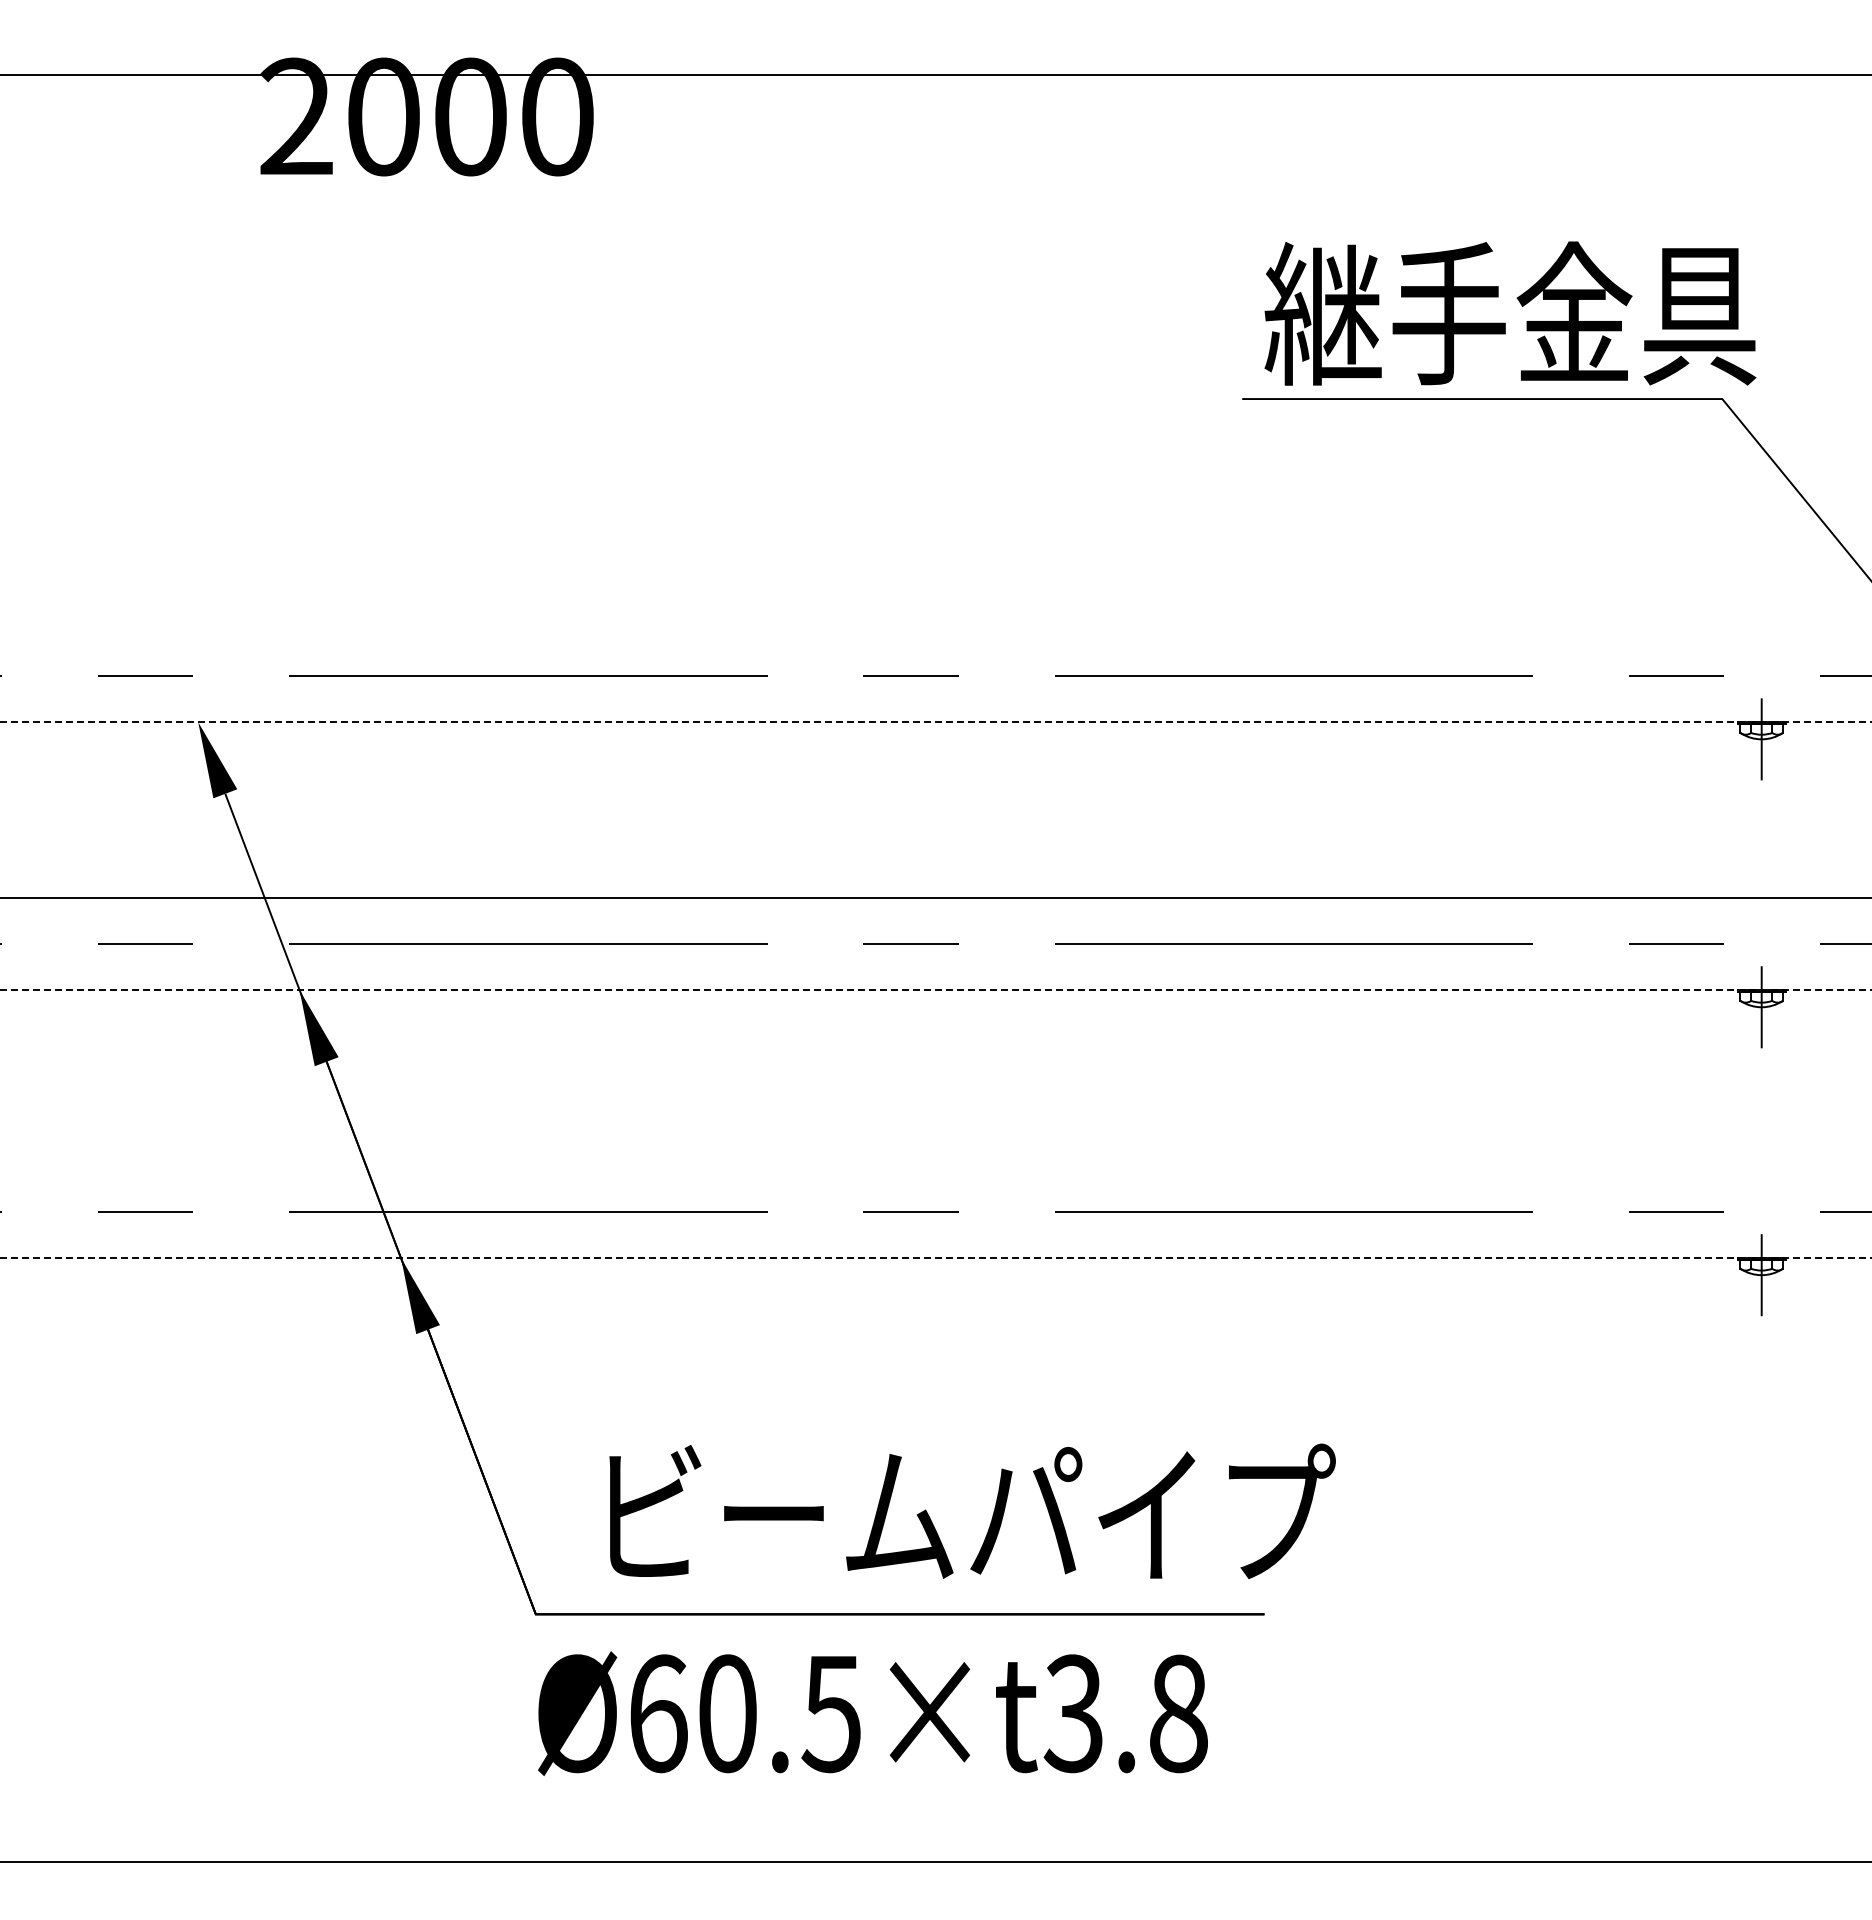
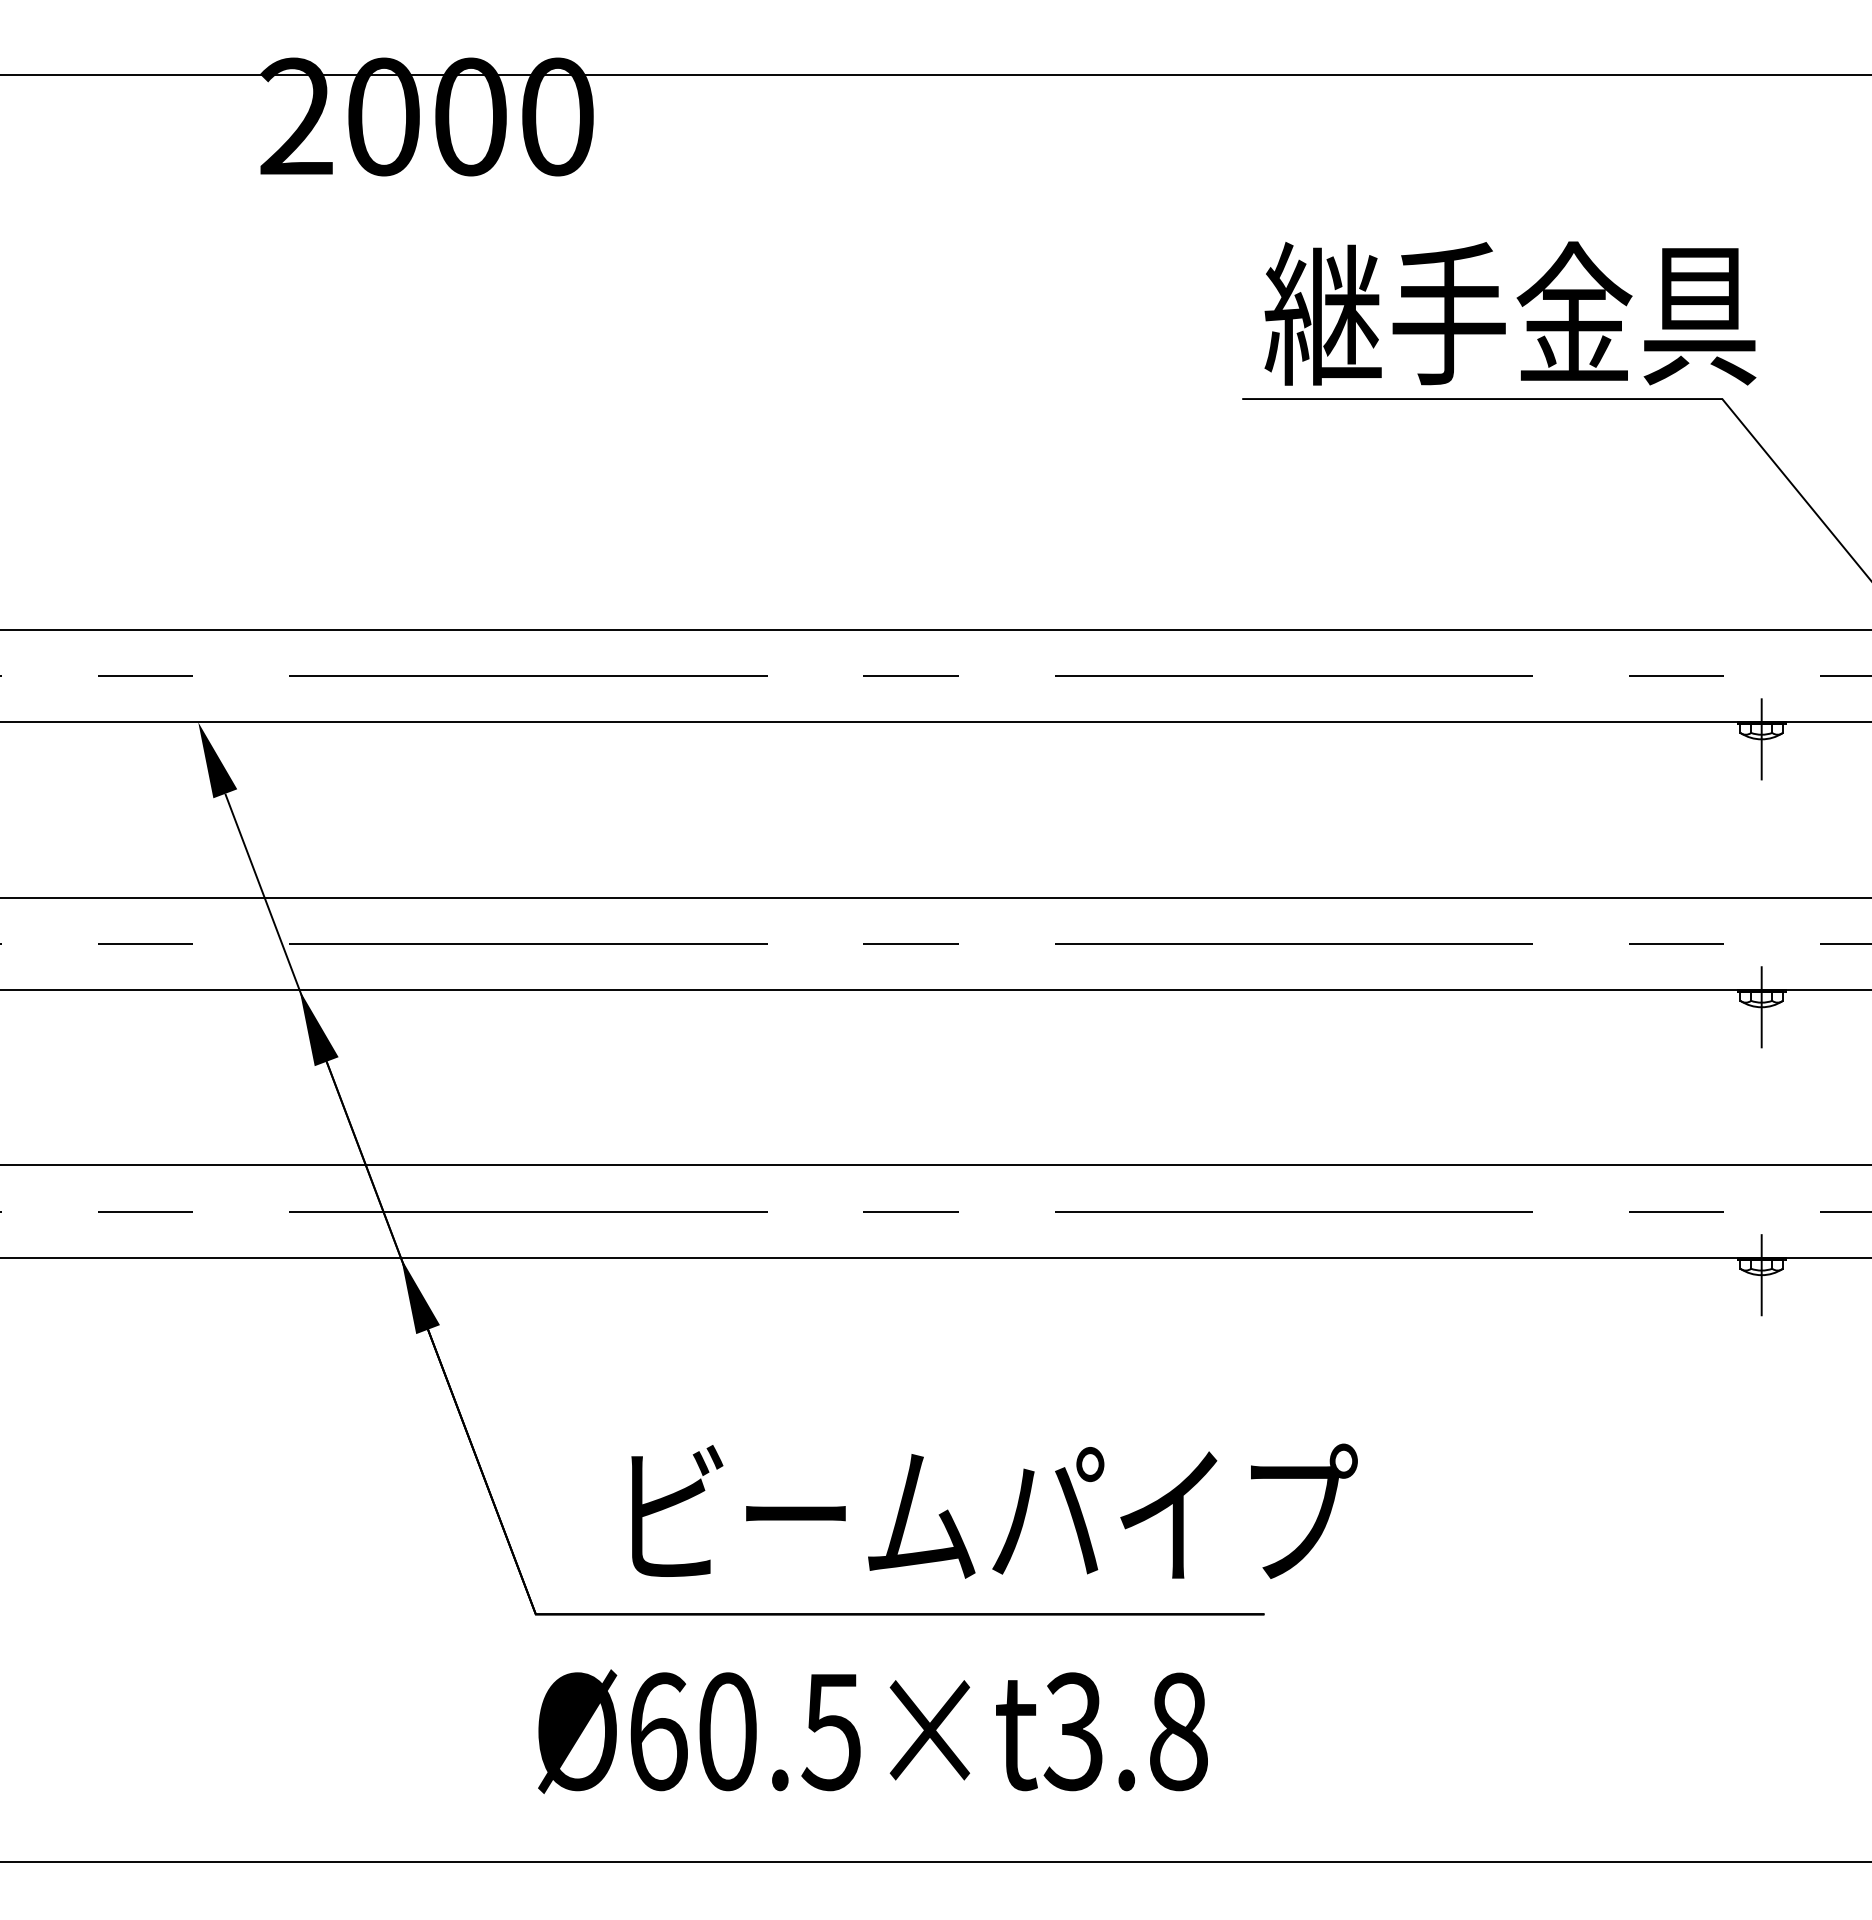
line at (935, 629): none -> present
line at (935, 722): dashed -> solid
line at (935, 990): dashed -> solid
line at (935, 1165): none -> present
line at (935, 1258): dashed -> solid
text at (972, 1510) position: (972, 1510) -> (994, 1510)
text at (872, 1713) position: (872, 1713) -> (872, 1731)
